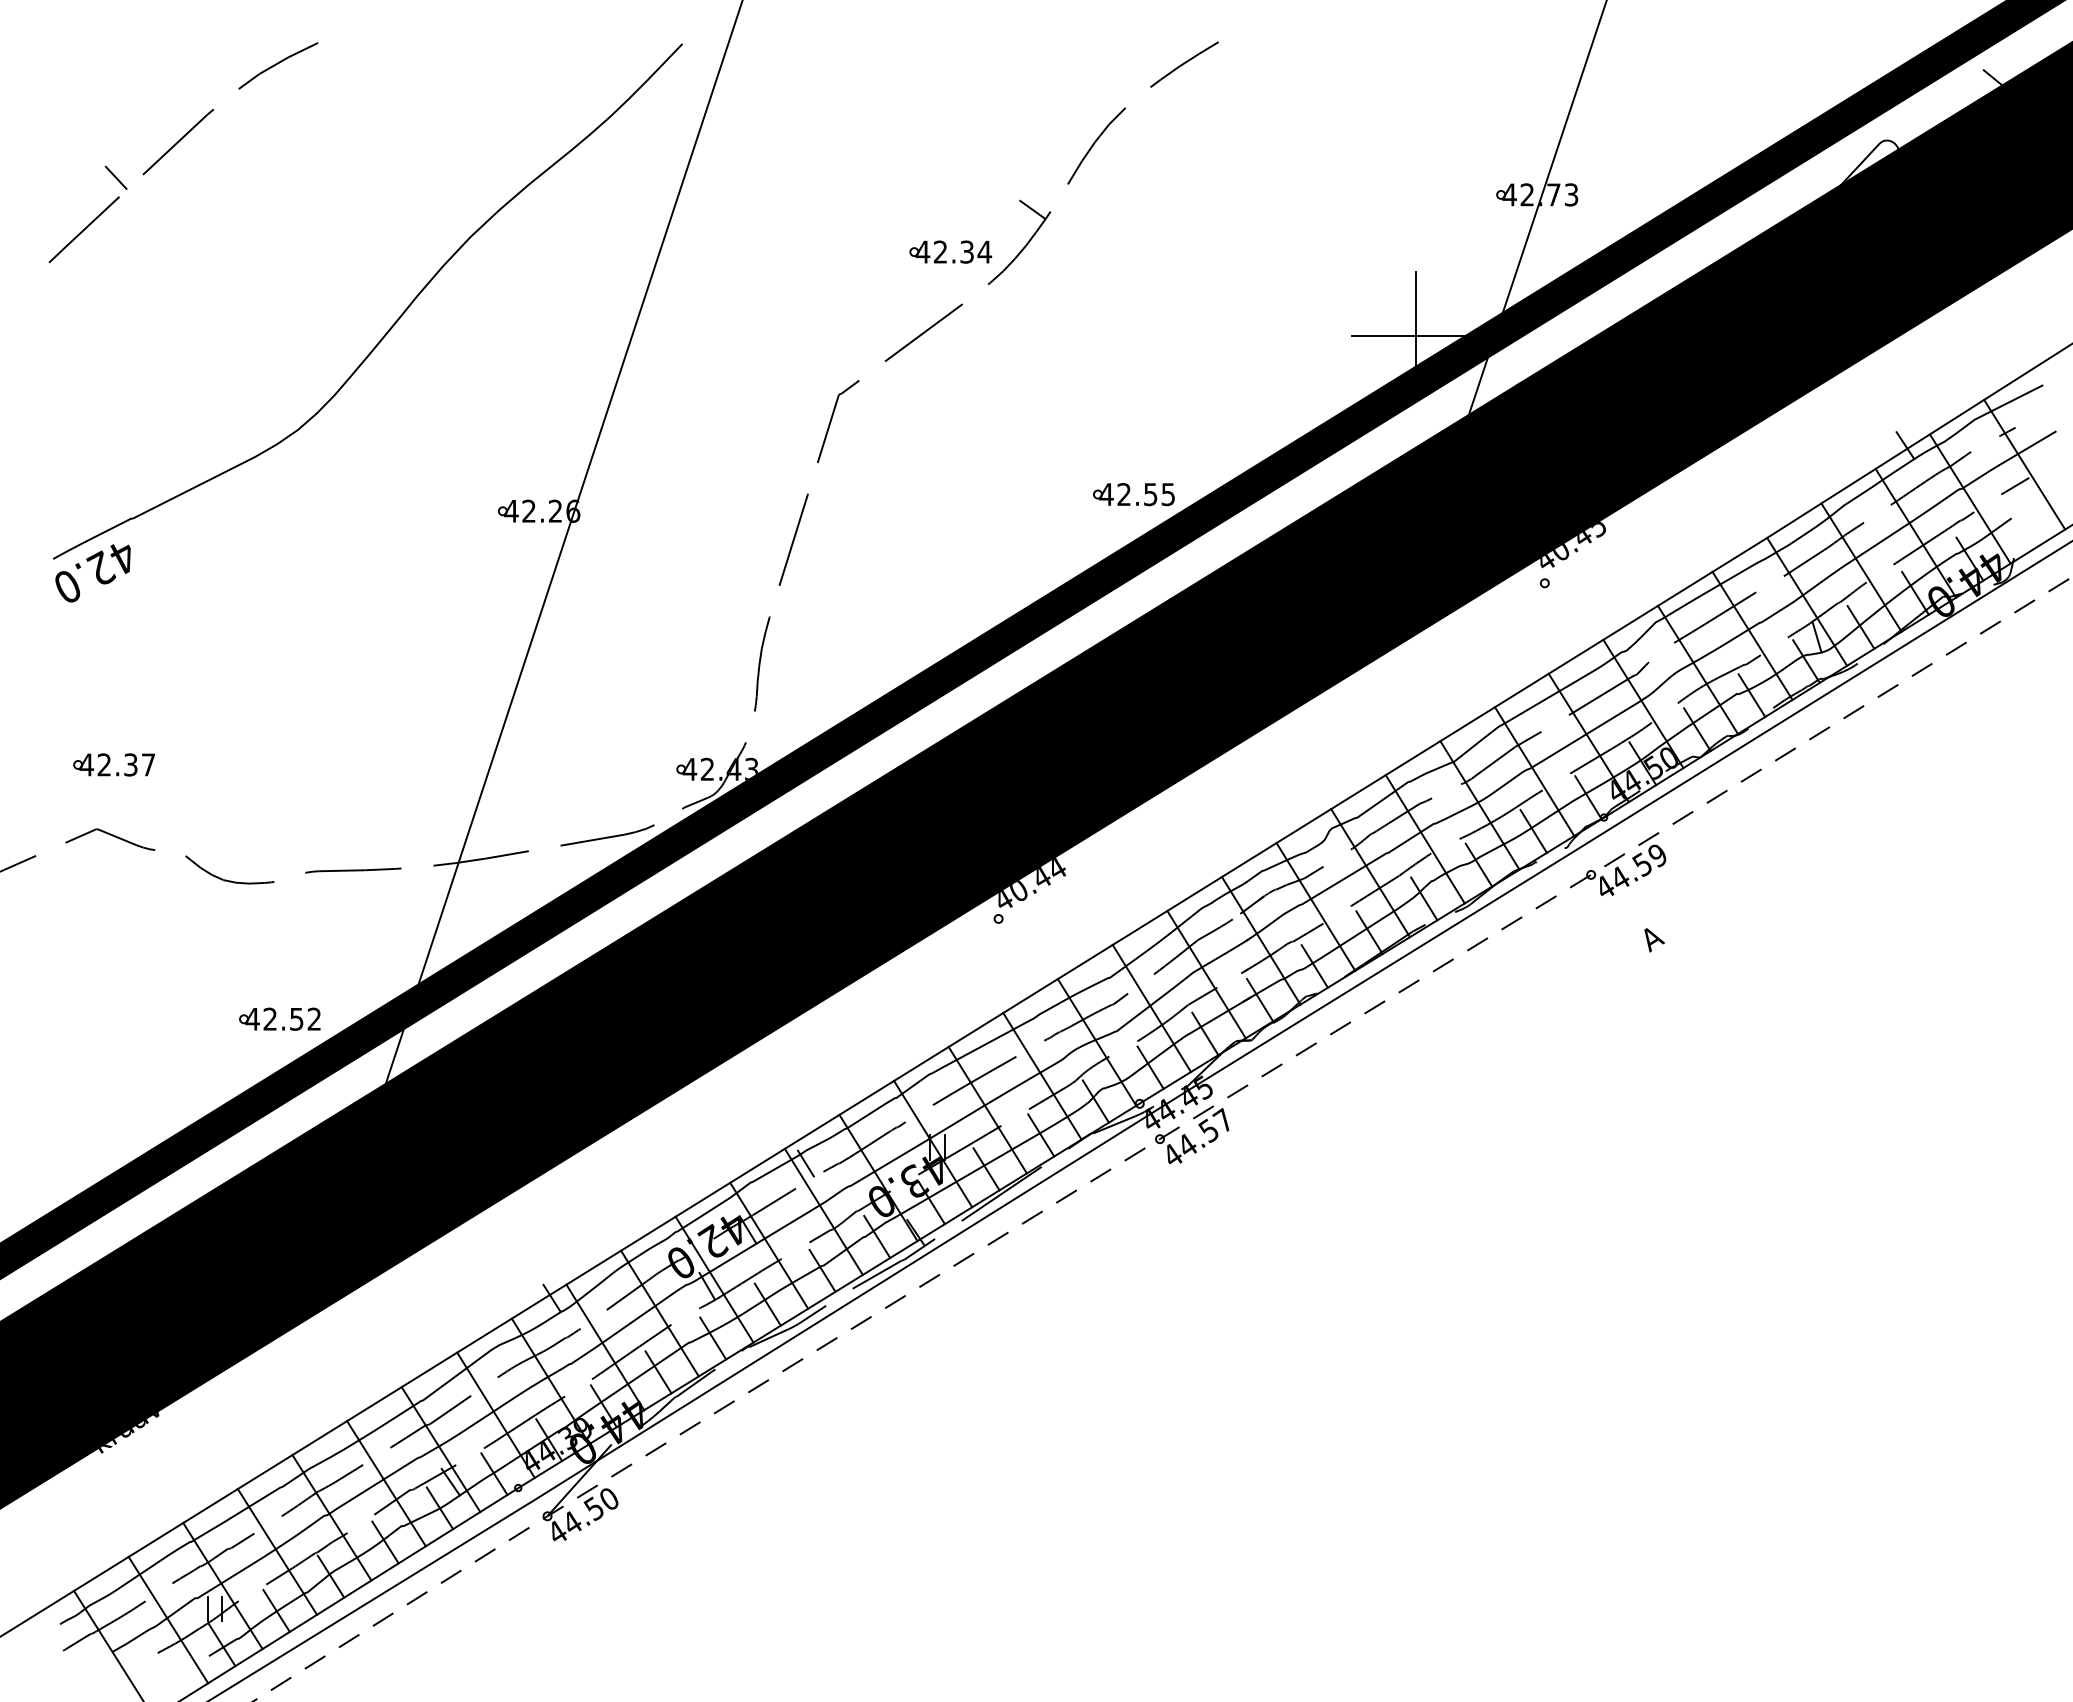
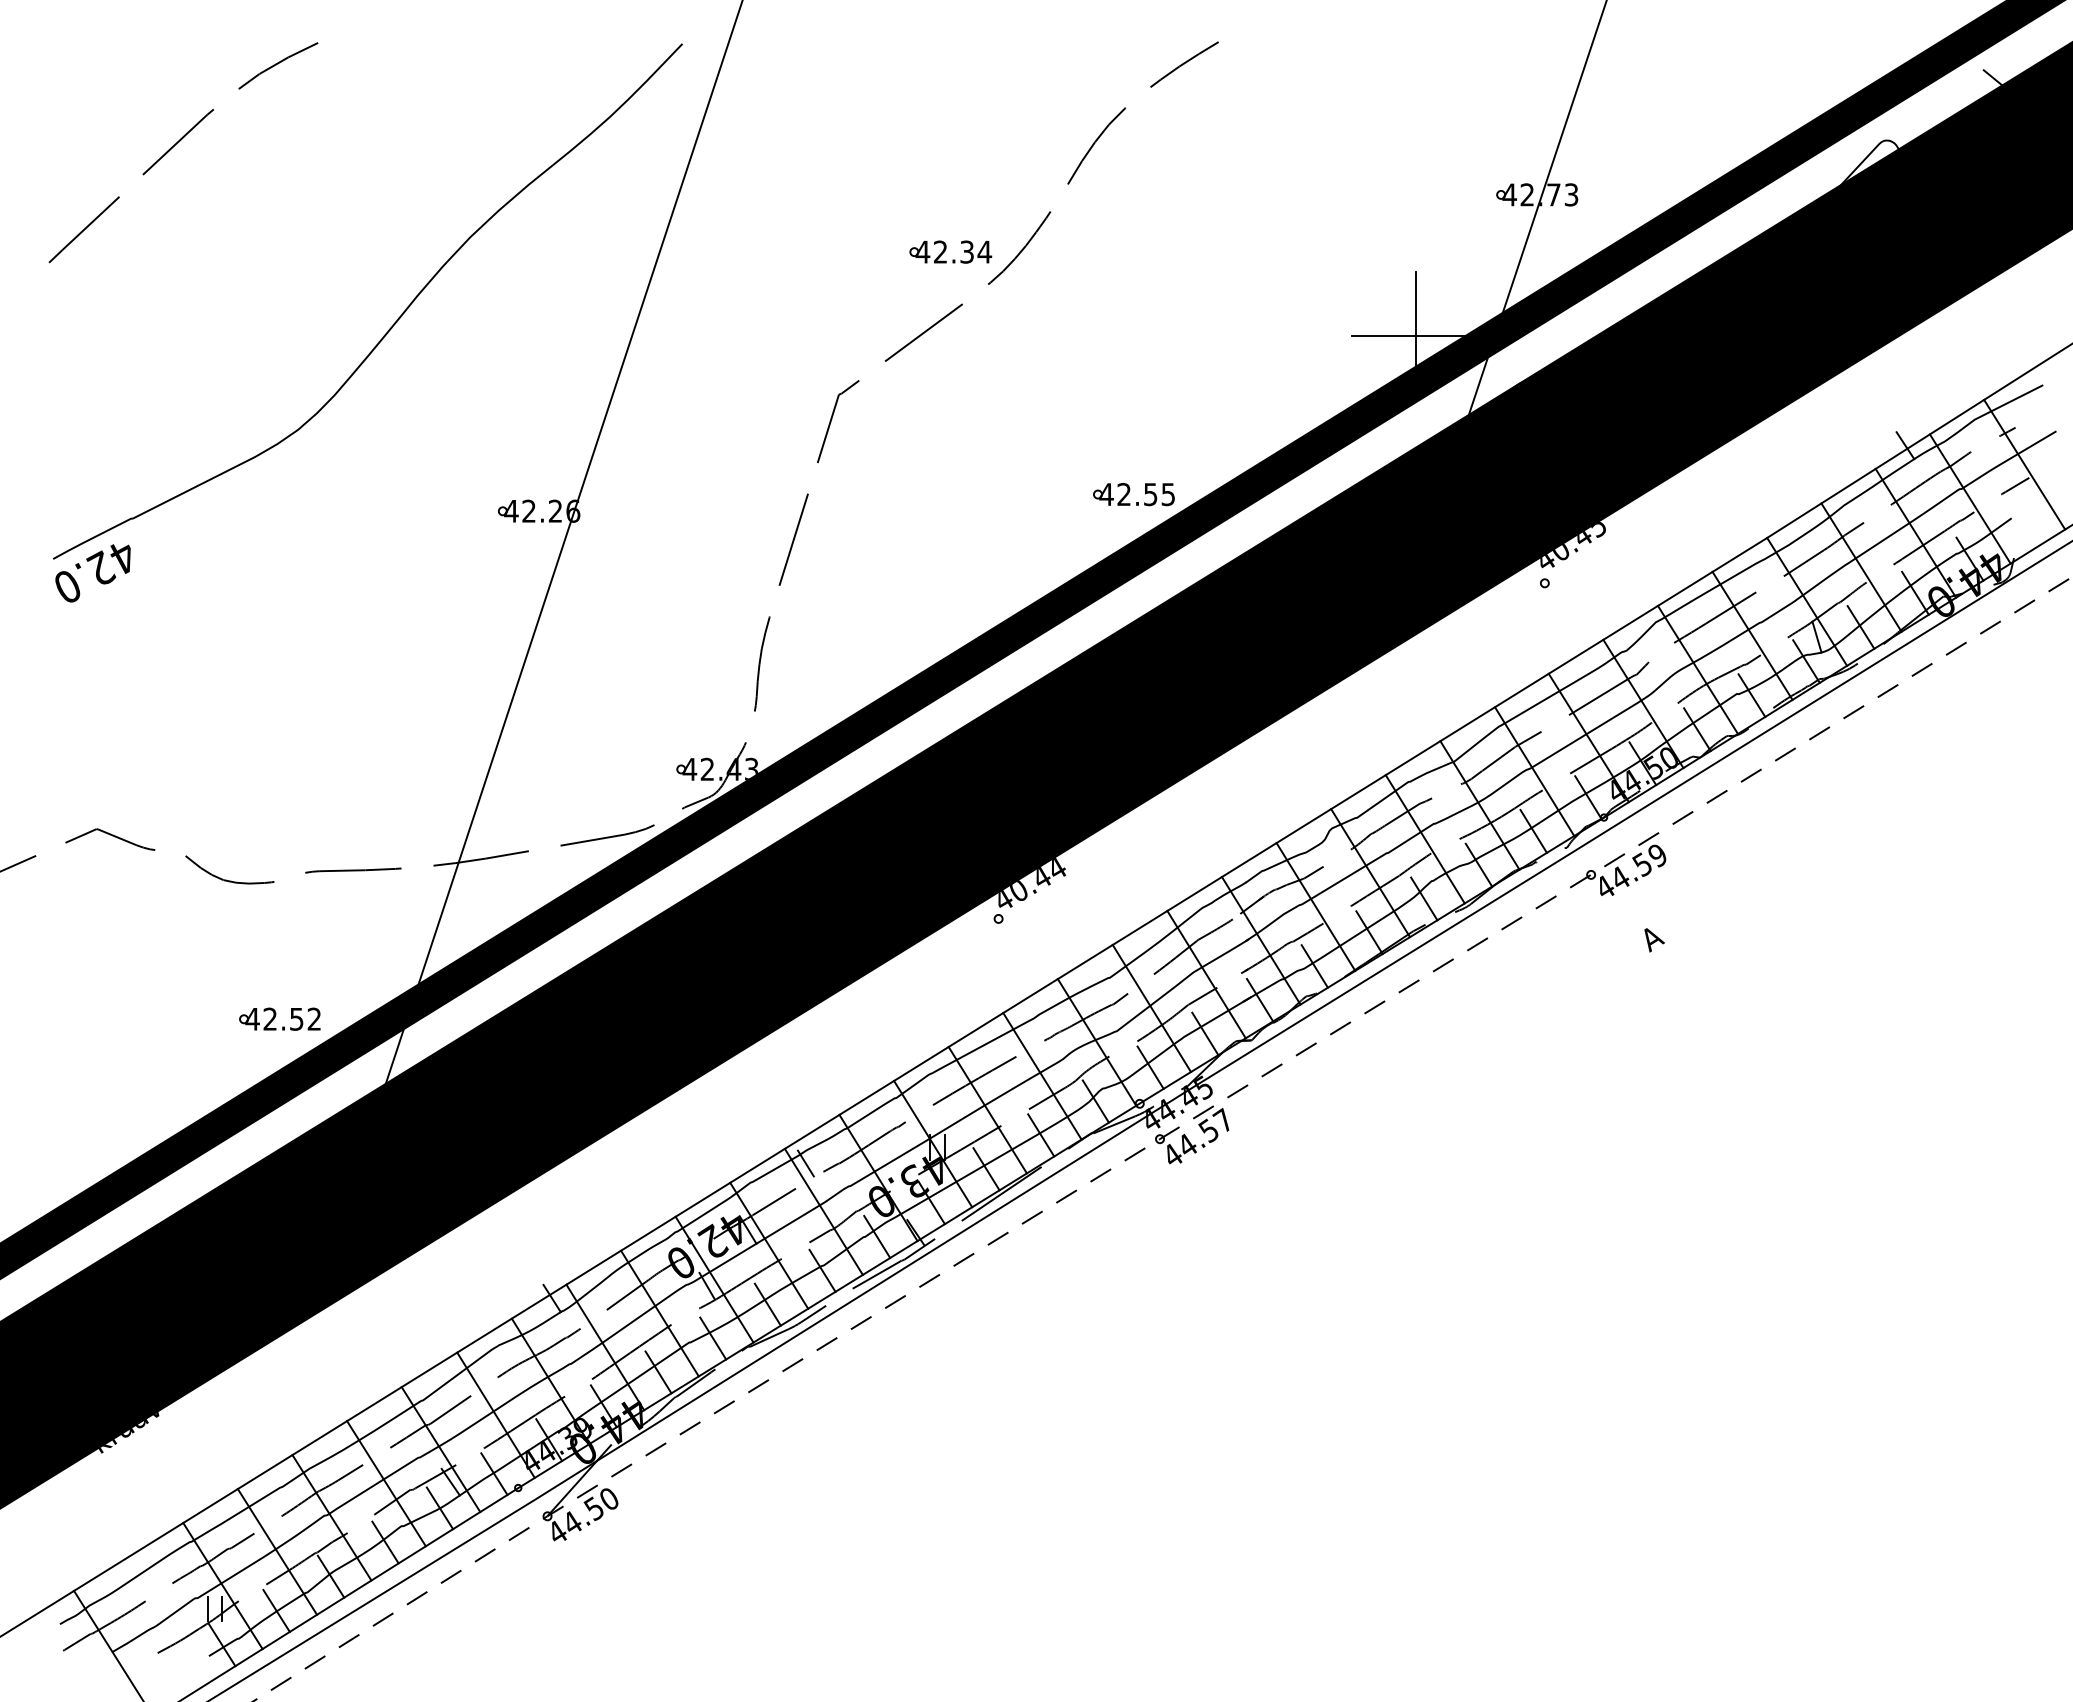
line at (116, 177): present -> none
line at (1032, 209): present -> none
part at (113, 764): present -> none
line at (168, 1619): present -> none
